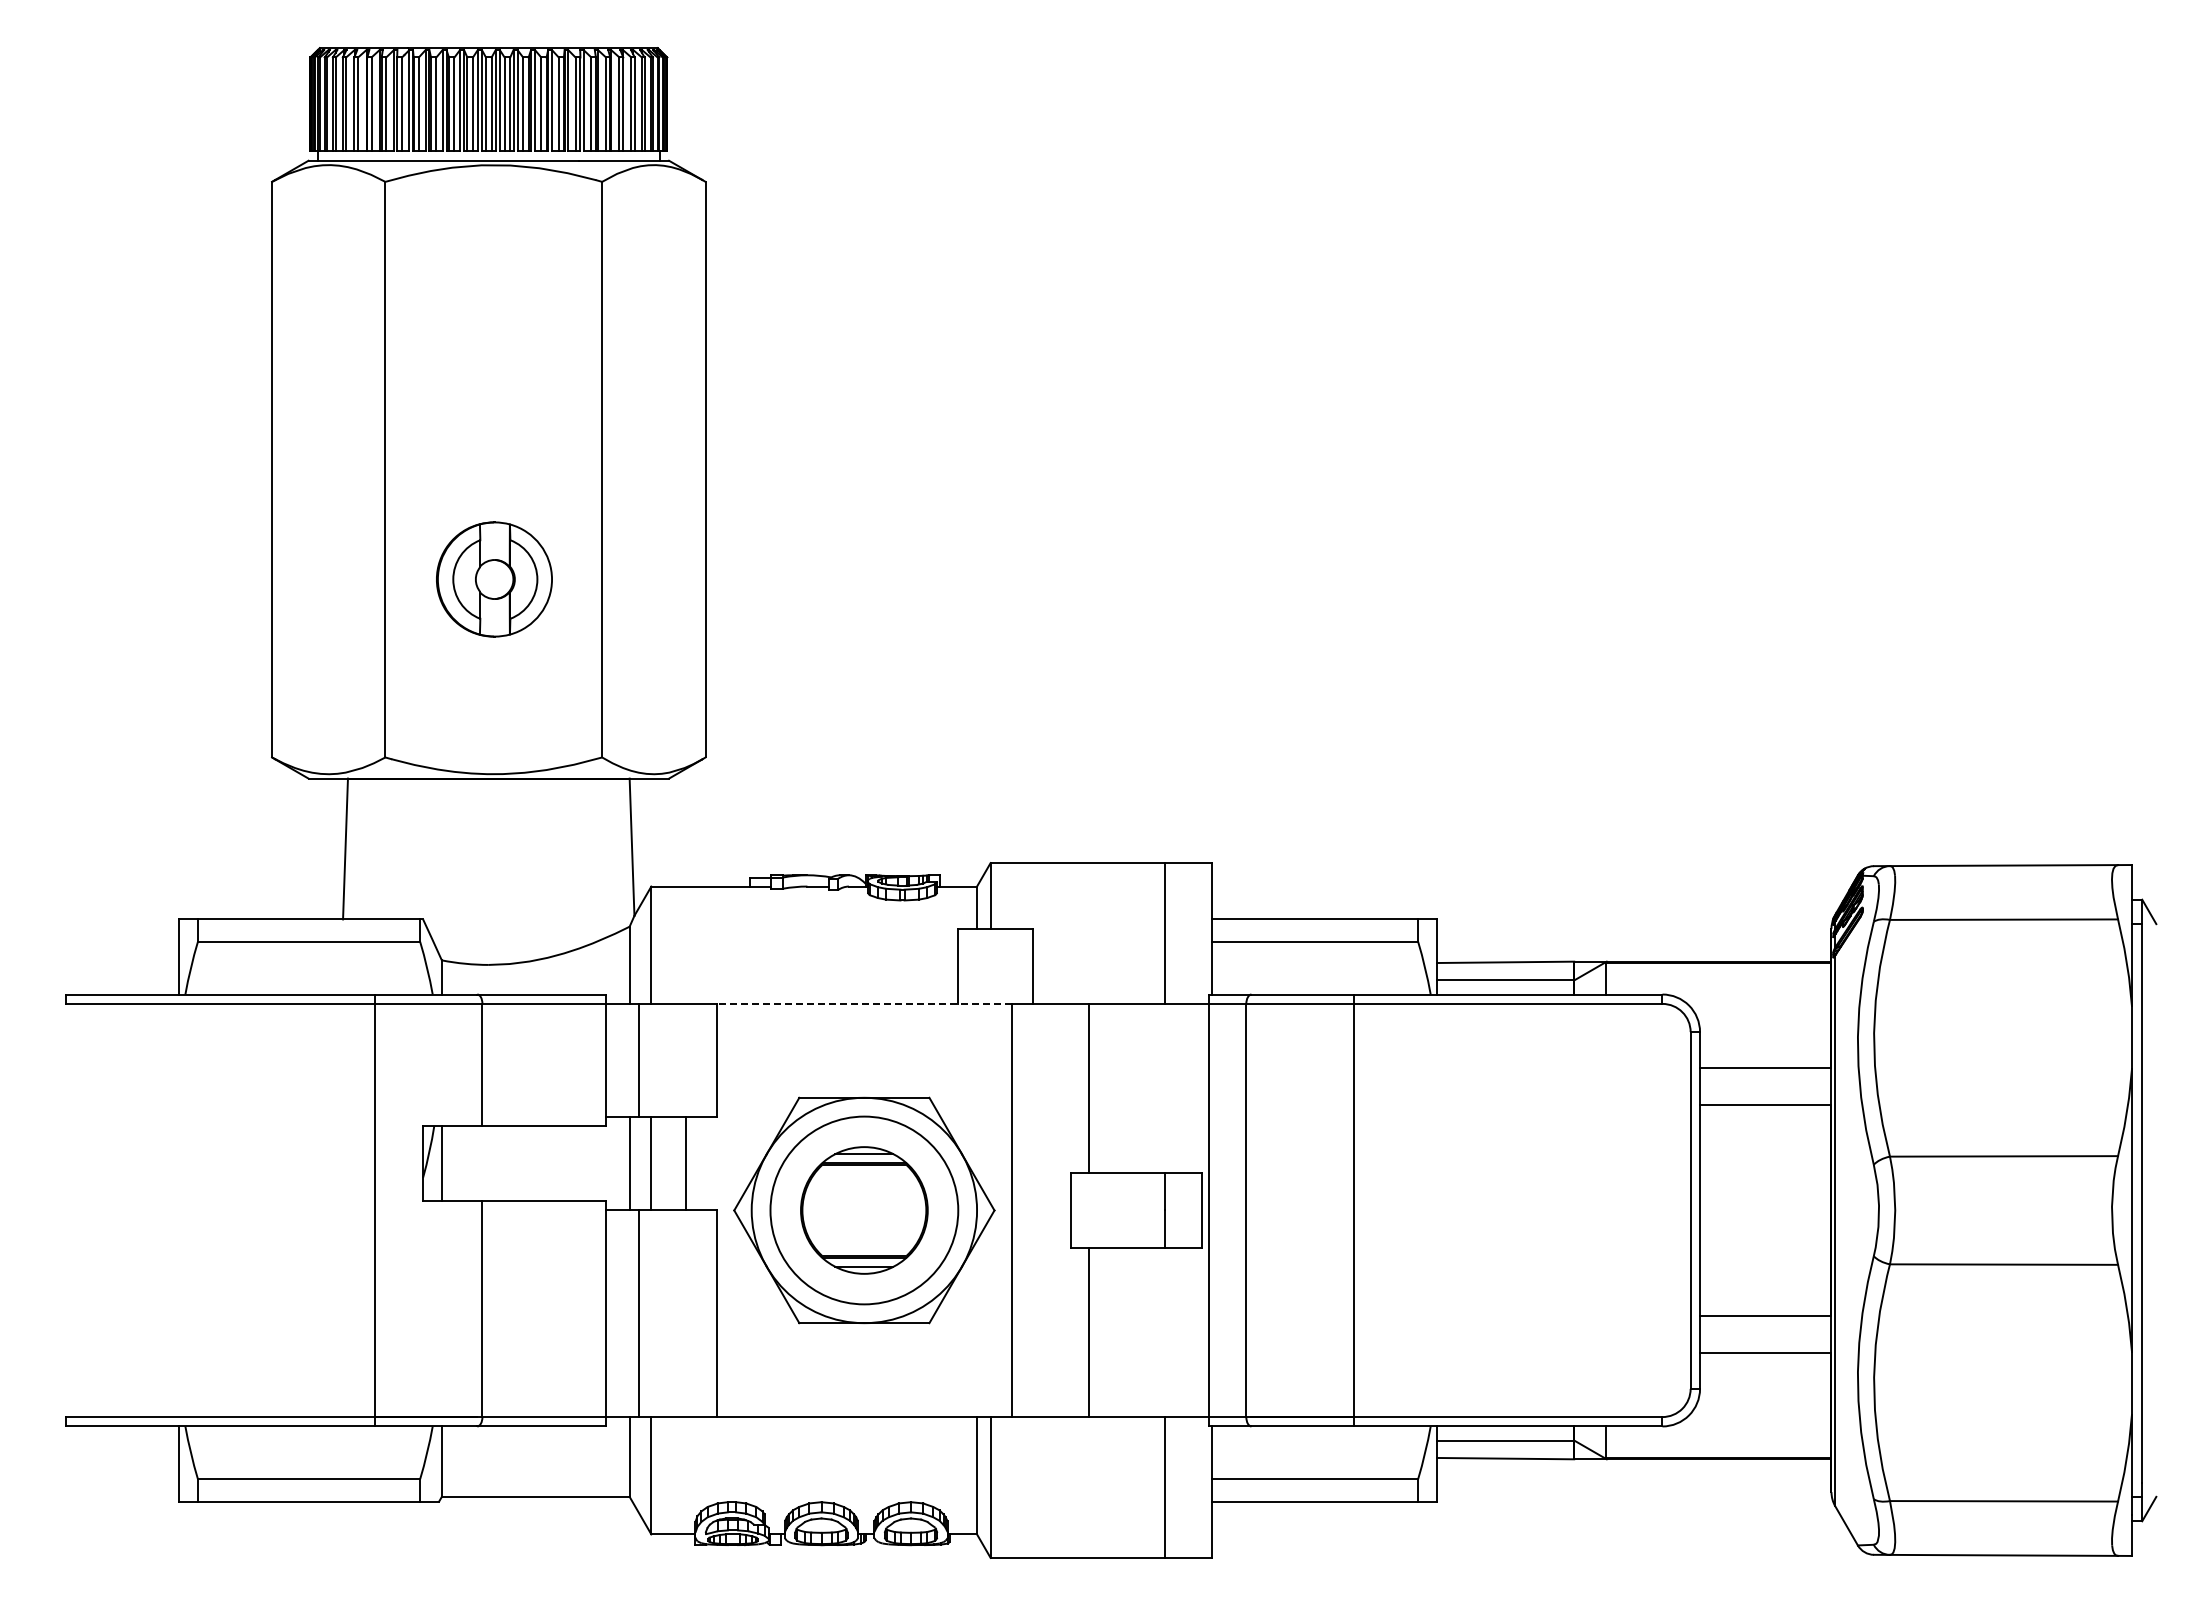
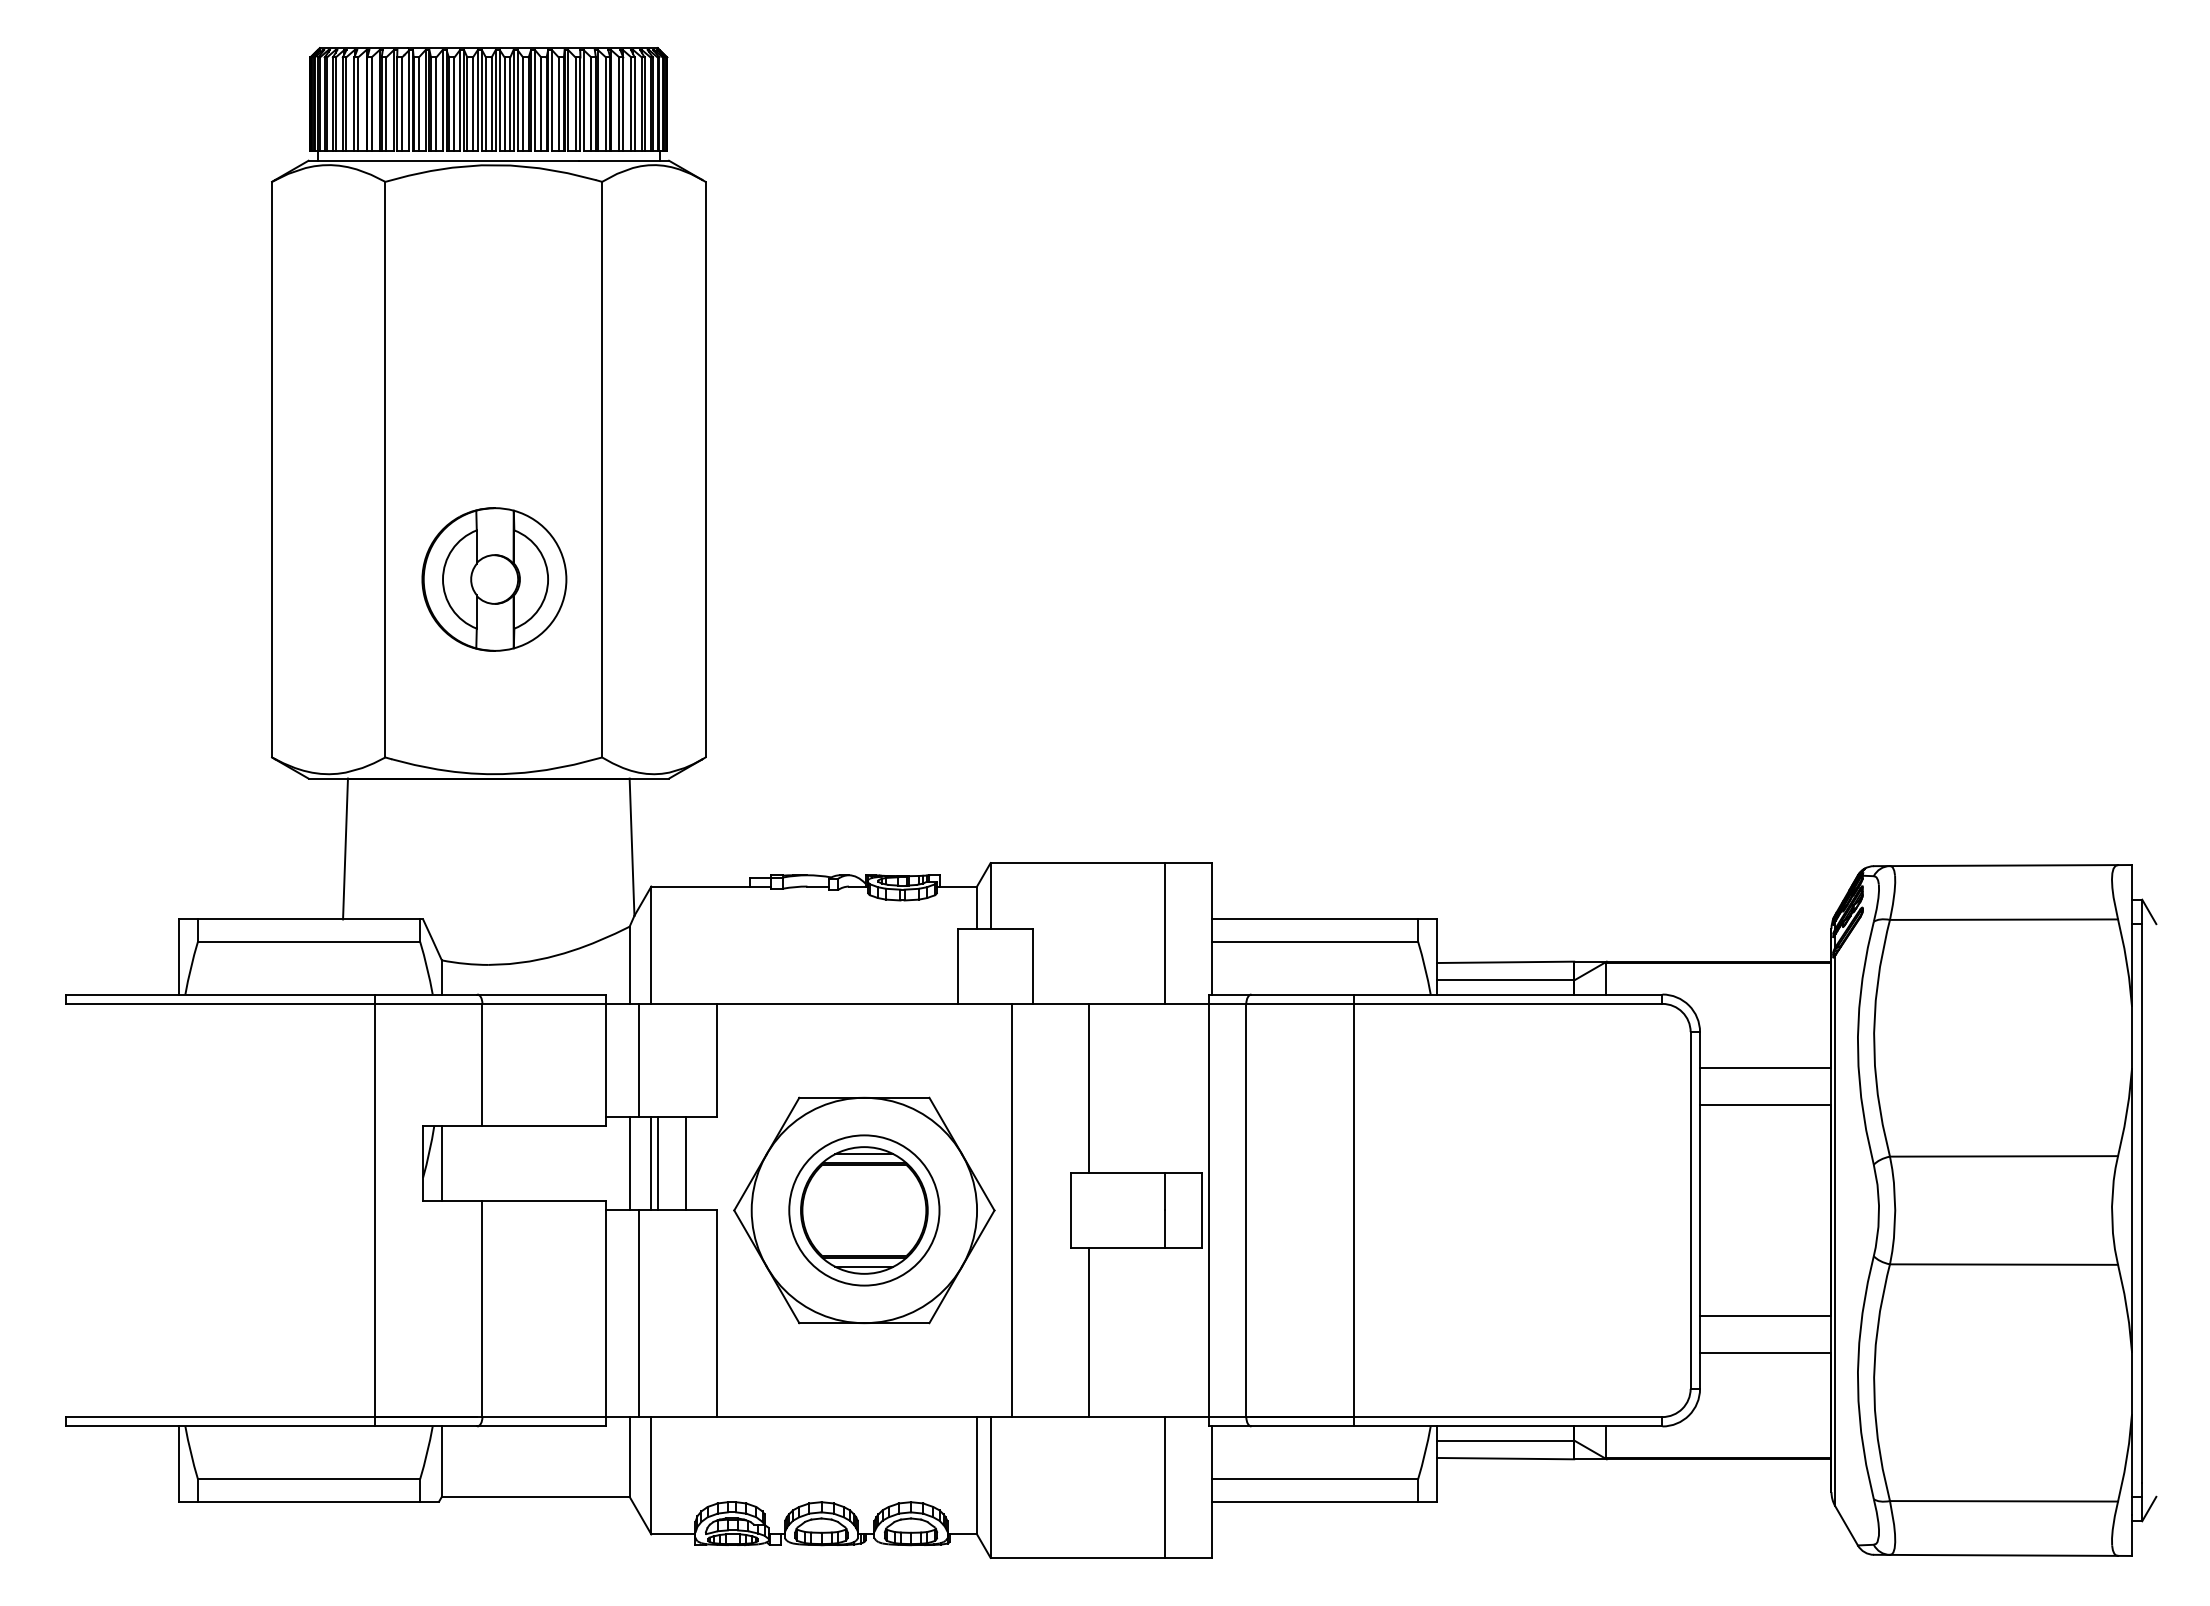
part at (494, 579) size: 117x117 px -> 147x145 px
line at (864, 1003): dashed -> solid
line at (657, 1163): none -> present
circle at (864, 1210) diameter: 188 px -> 150 px
